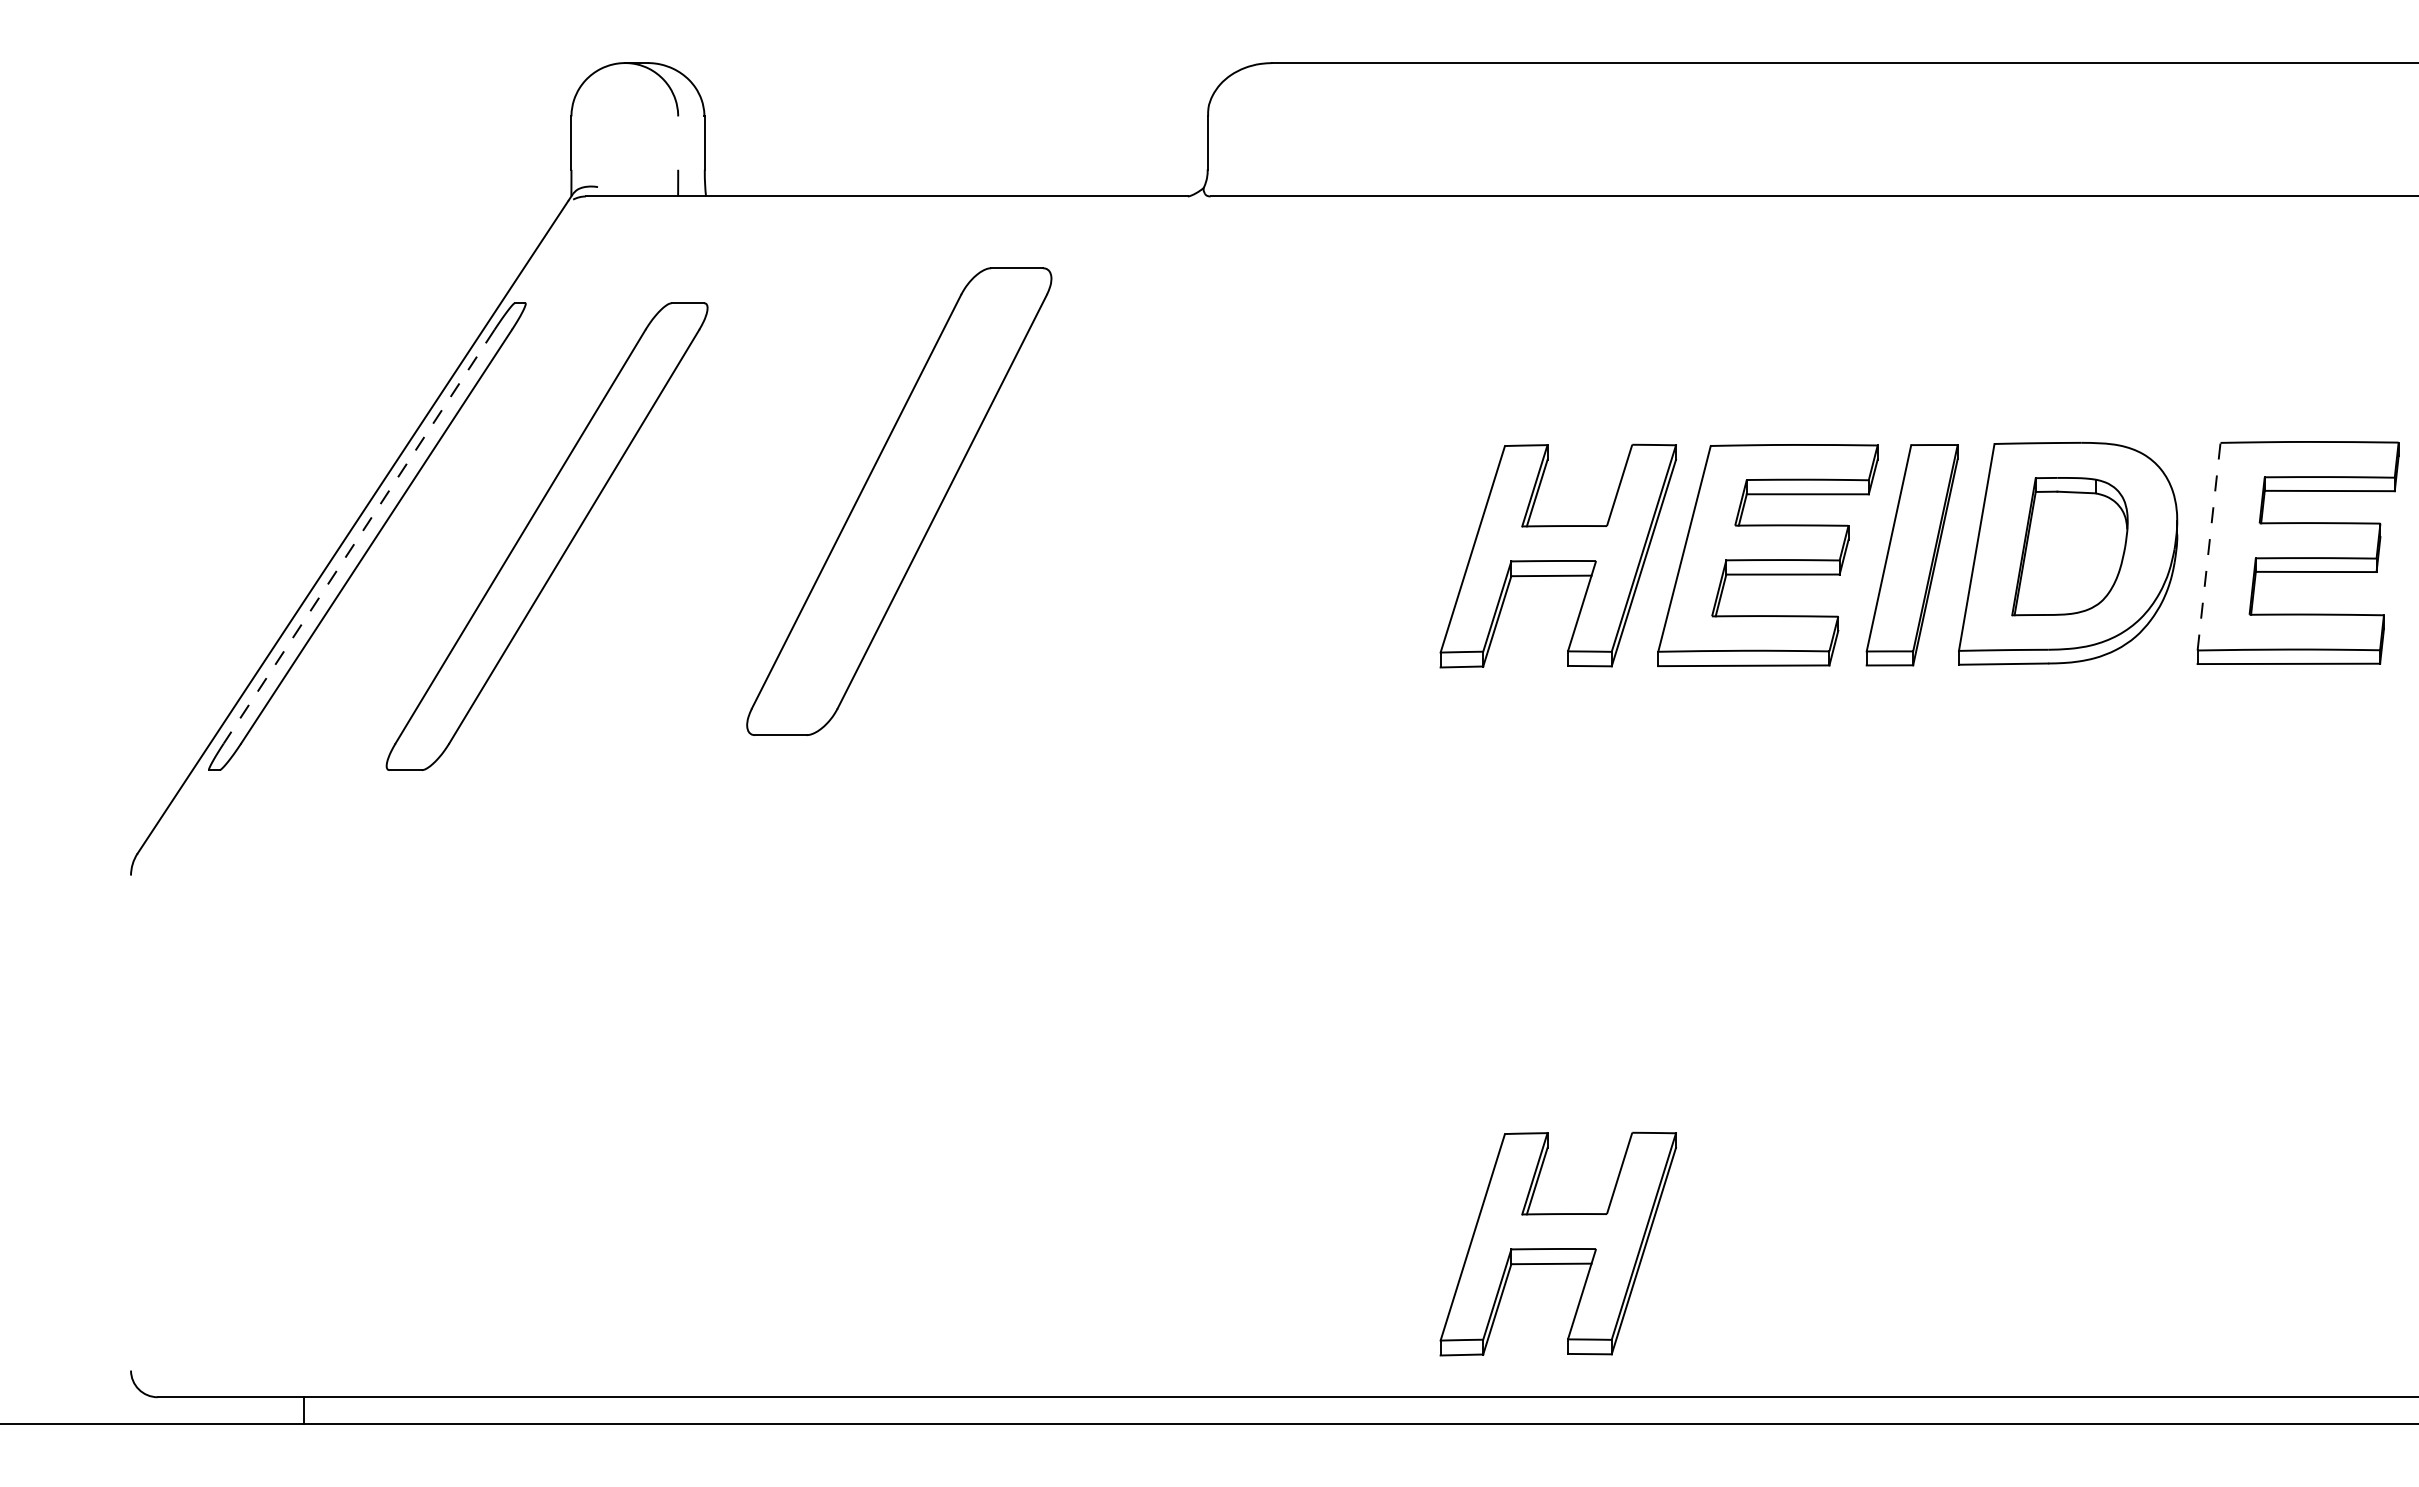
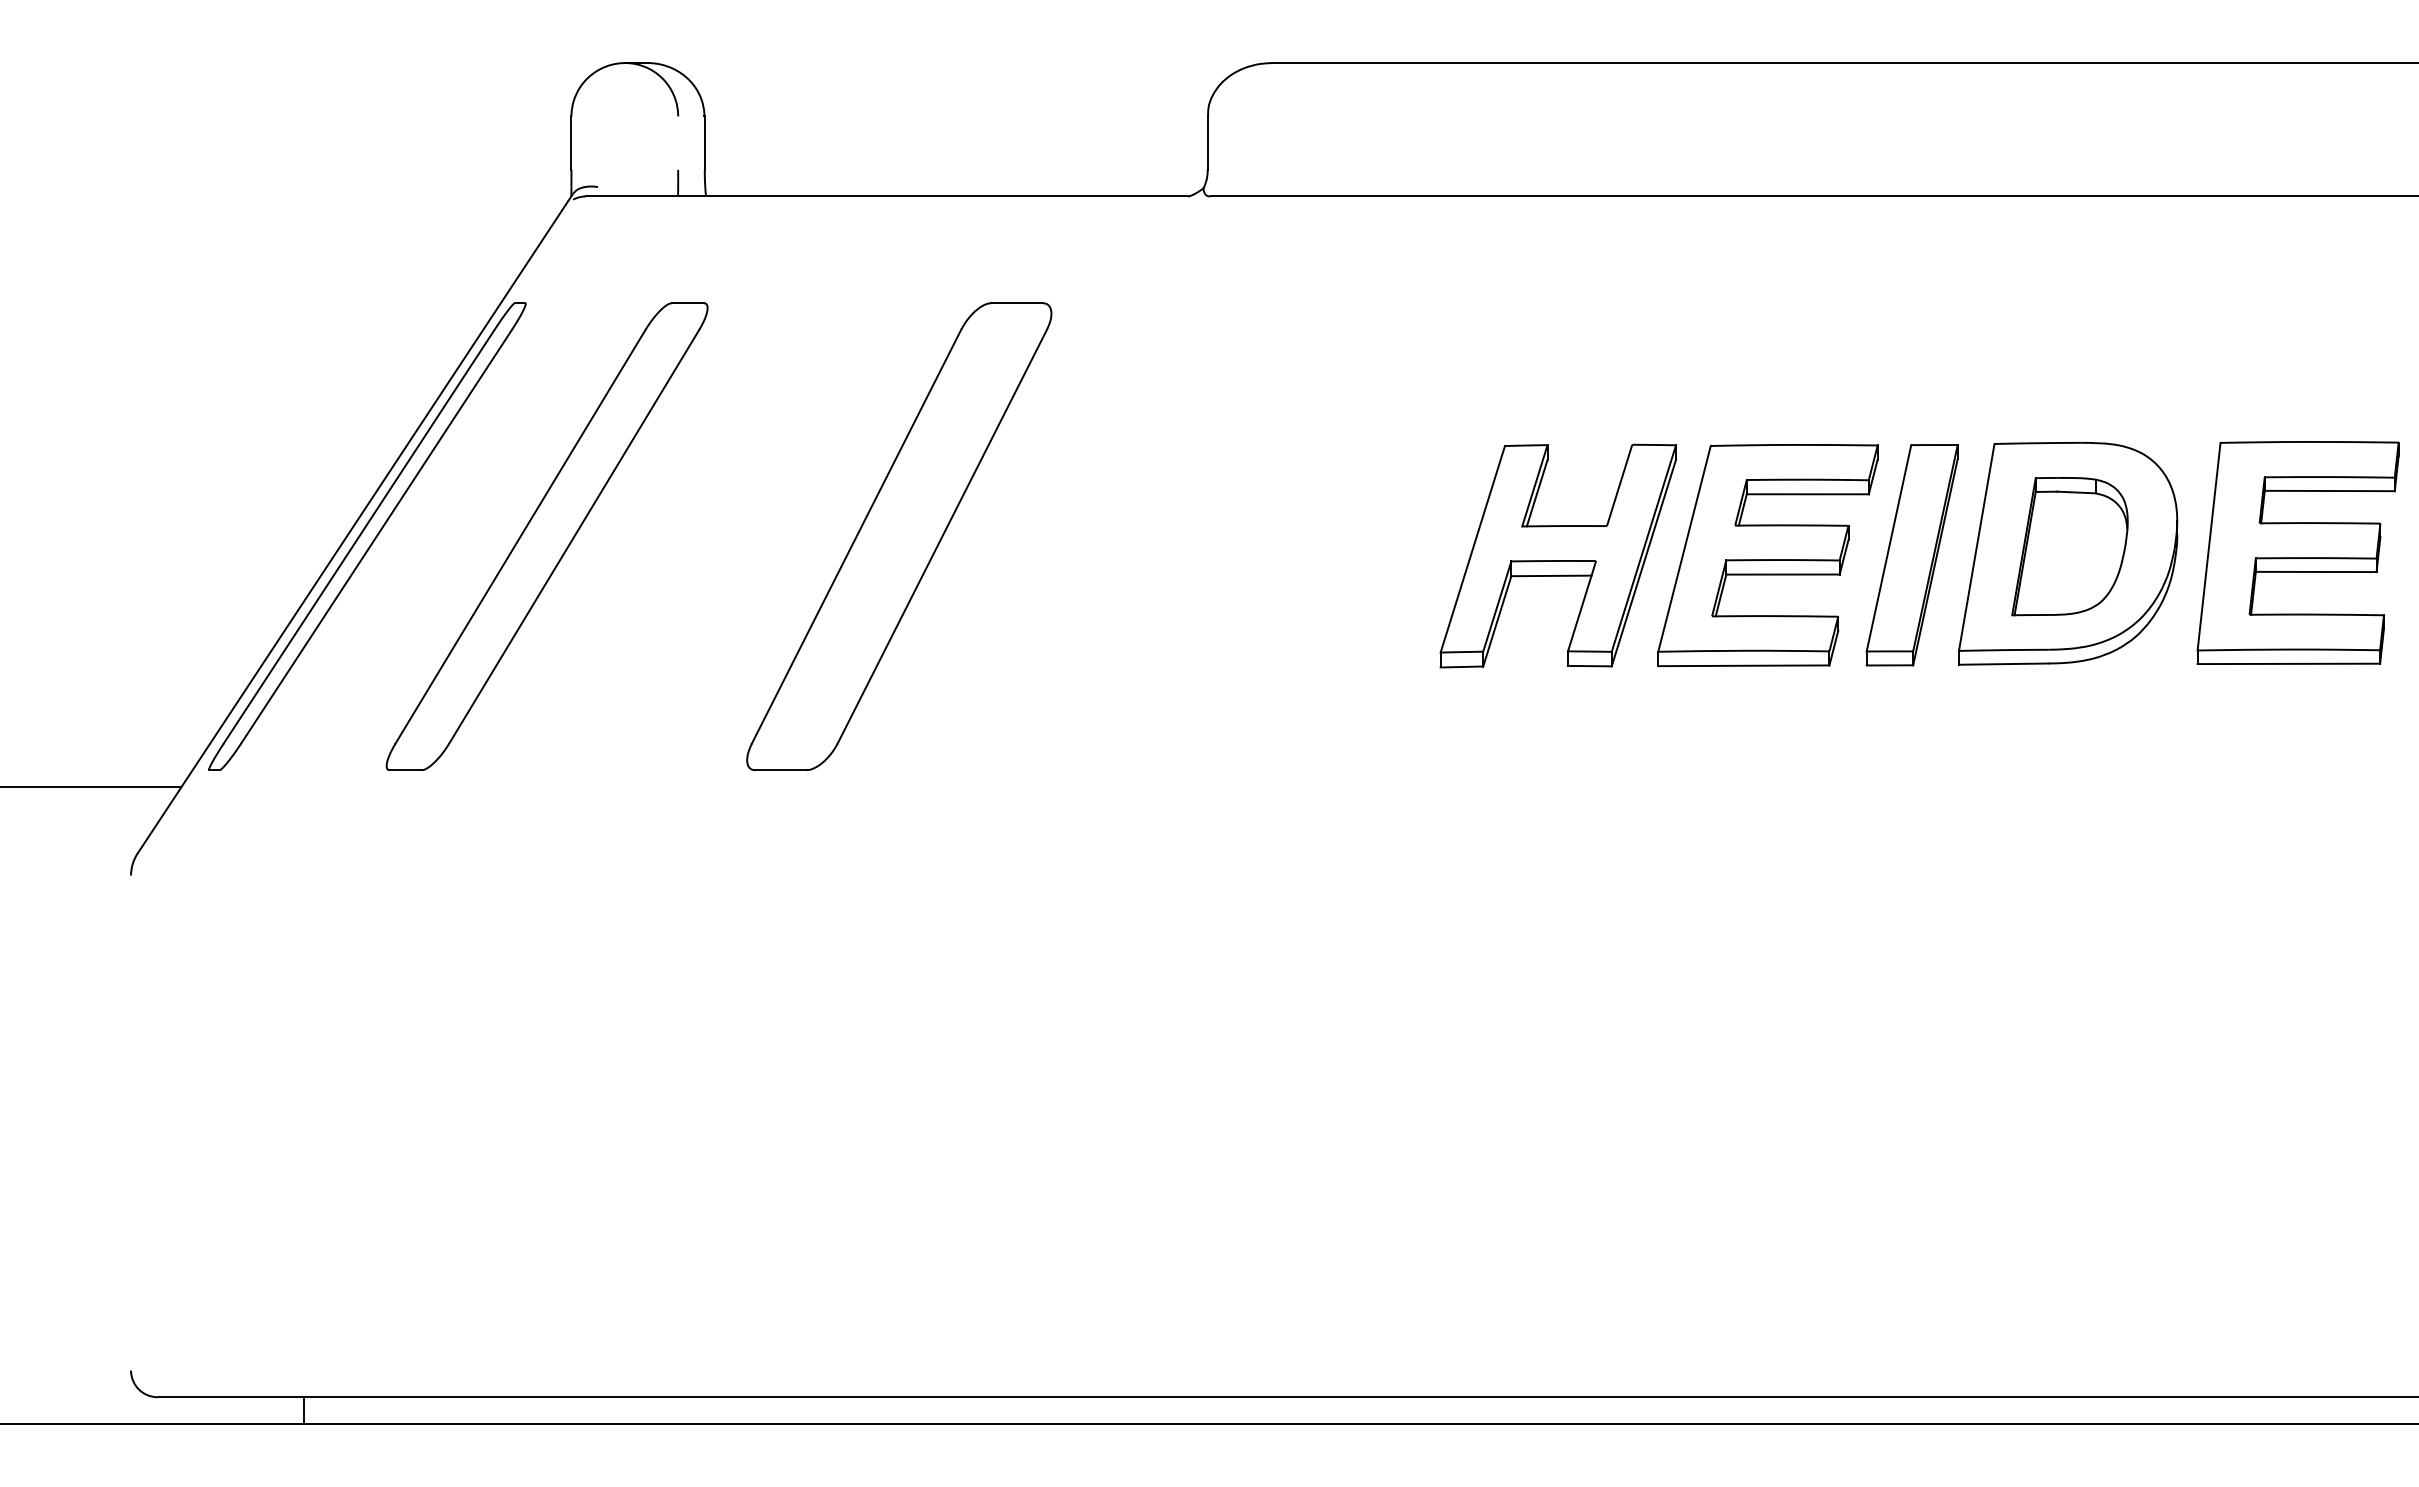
part at (899, 501) position: (899, 501) -> (899, 536)
line at (358, 537): dashed -> solid
line at (2209, 546): dashed -> solid
line at (91, 787): none -> present
part at (1557, 1243): present -> none
